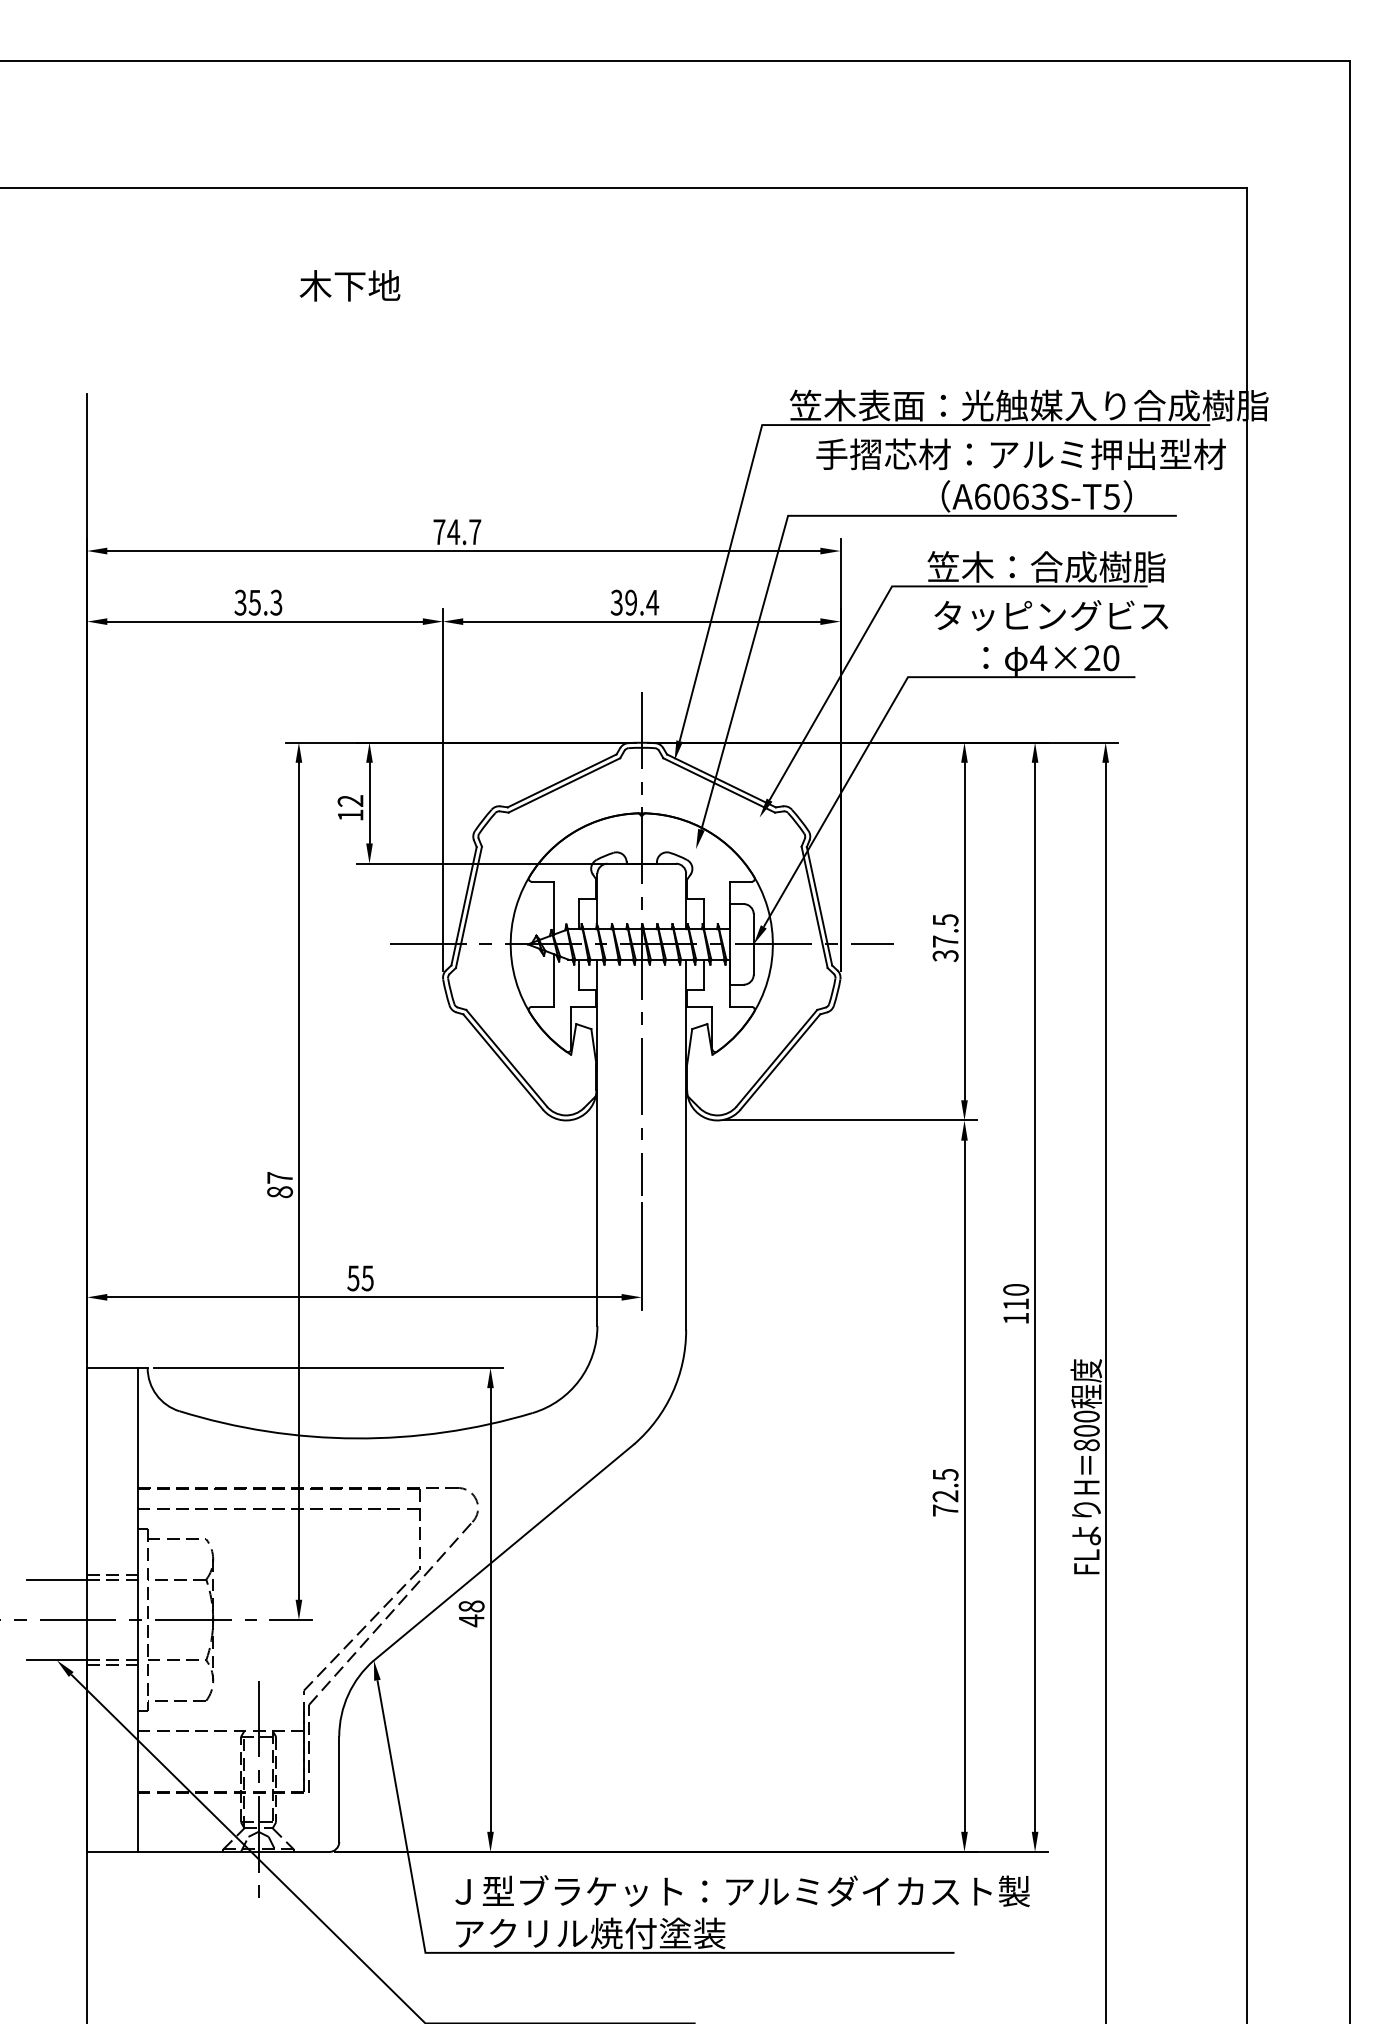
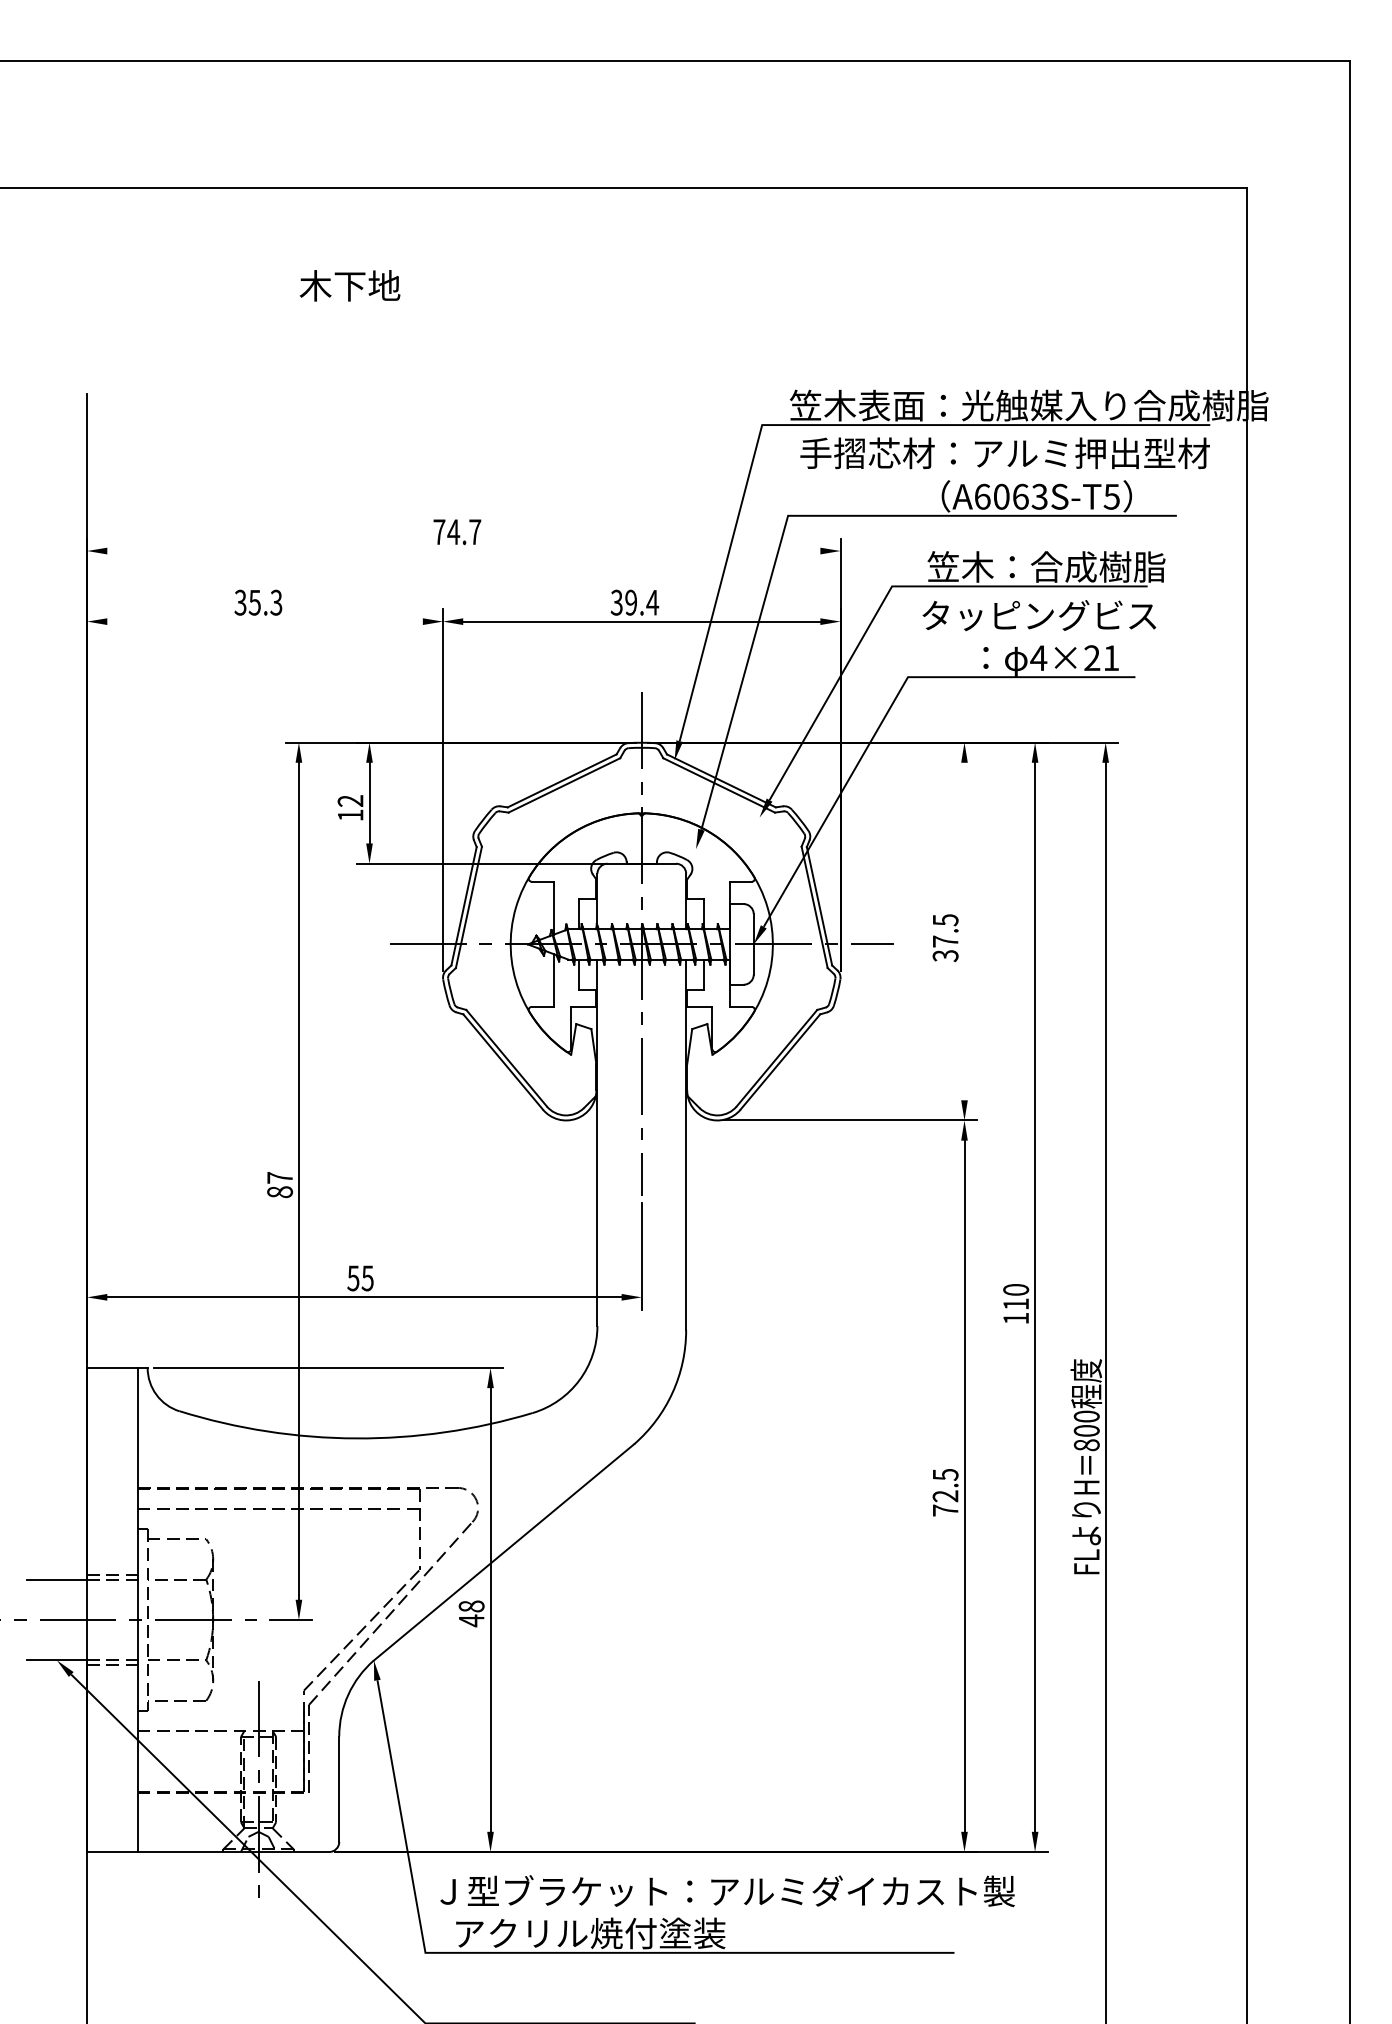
text at (1020, 454) position: (1020, 454) -> (1004, 453)
line at (463, 551): present -> none
text at (1051, 615) position: (1051, 615) -> (1039, 615)
line at (264, 621): present -> none
text at (1111, 658): 4×20 -> 4×21
line at (964, 931): present -> none
text at (742, 1891) position: (742, 1891) -> (727, 1891)
